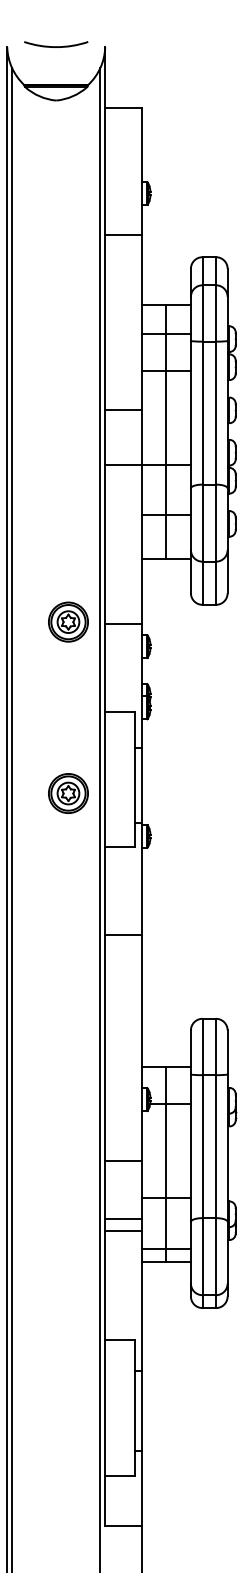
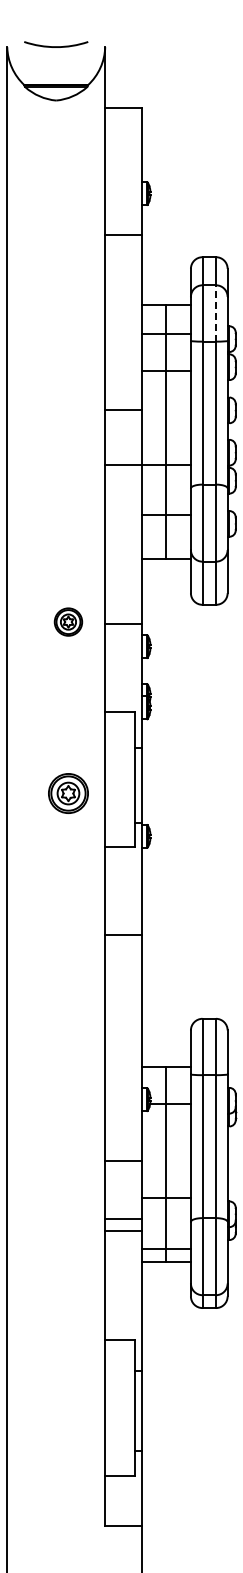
line at (216, 312): solid -> dashed
part at (68, 621) size: 41x42 px -> 31x30 px
line at (12, 818): present -> none
line at (100, 818): present -> none
